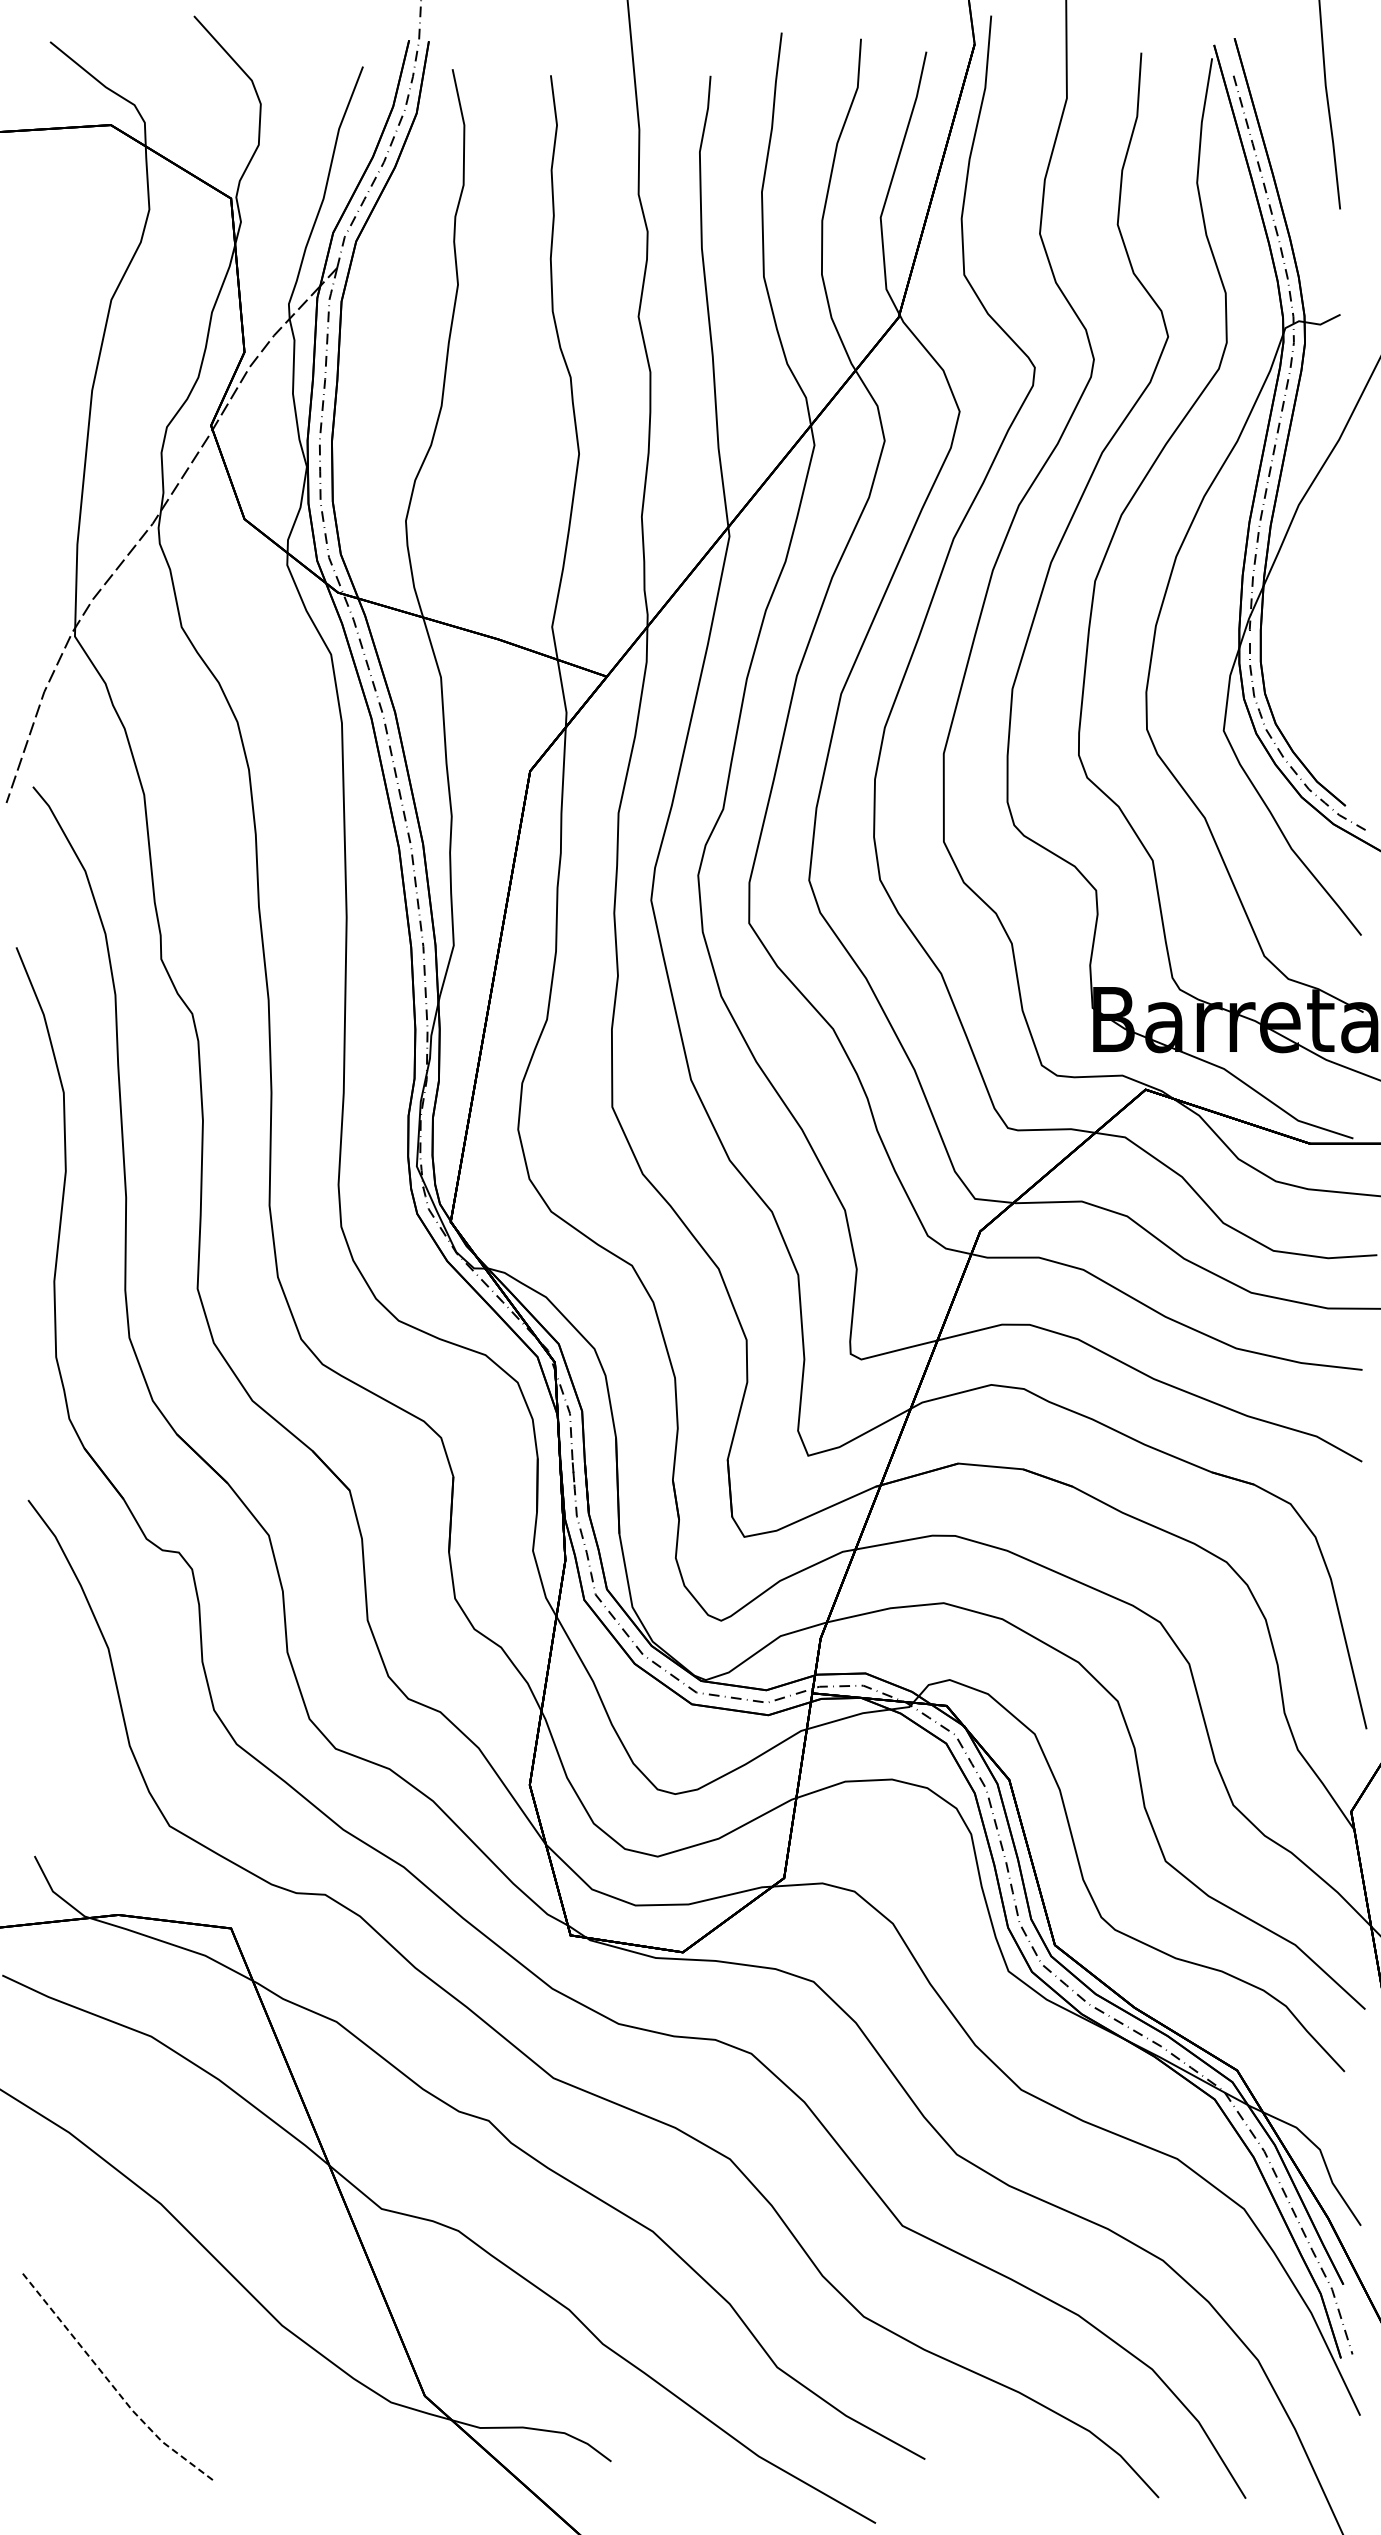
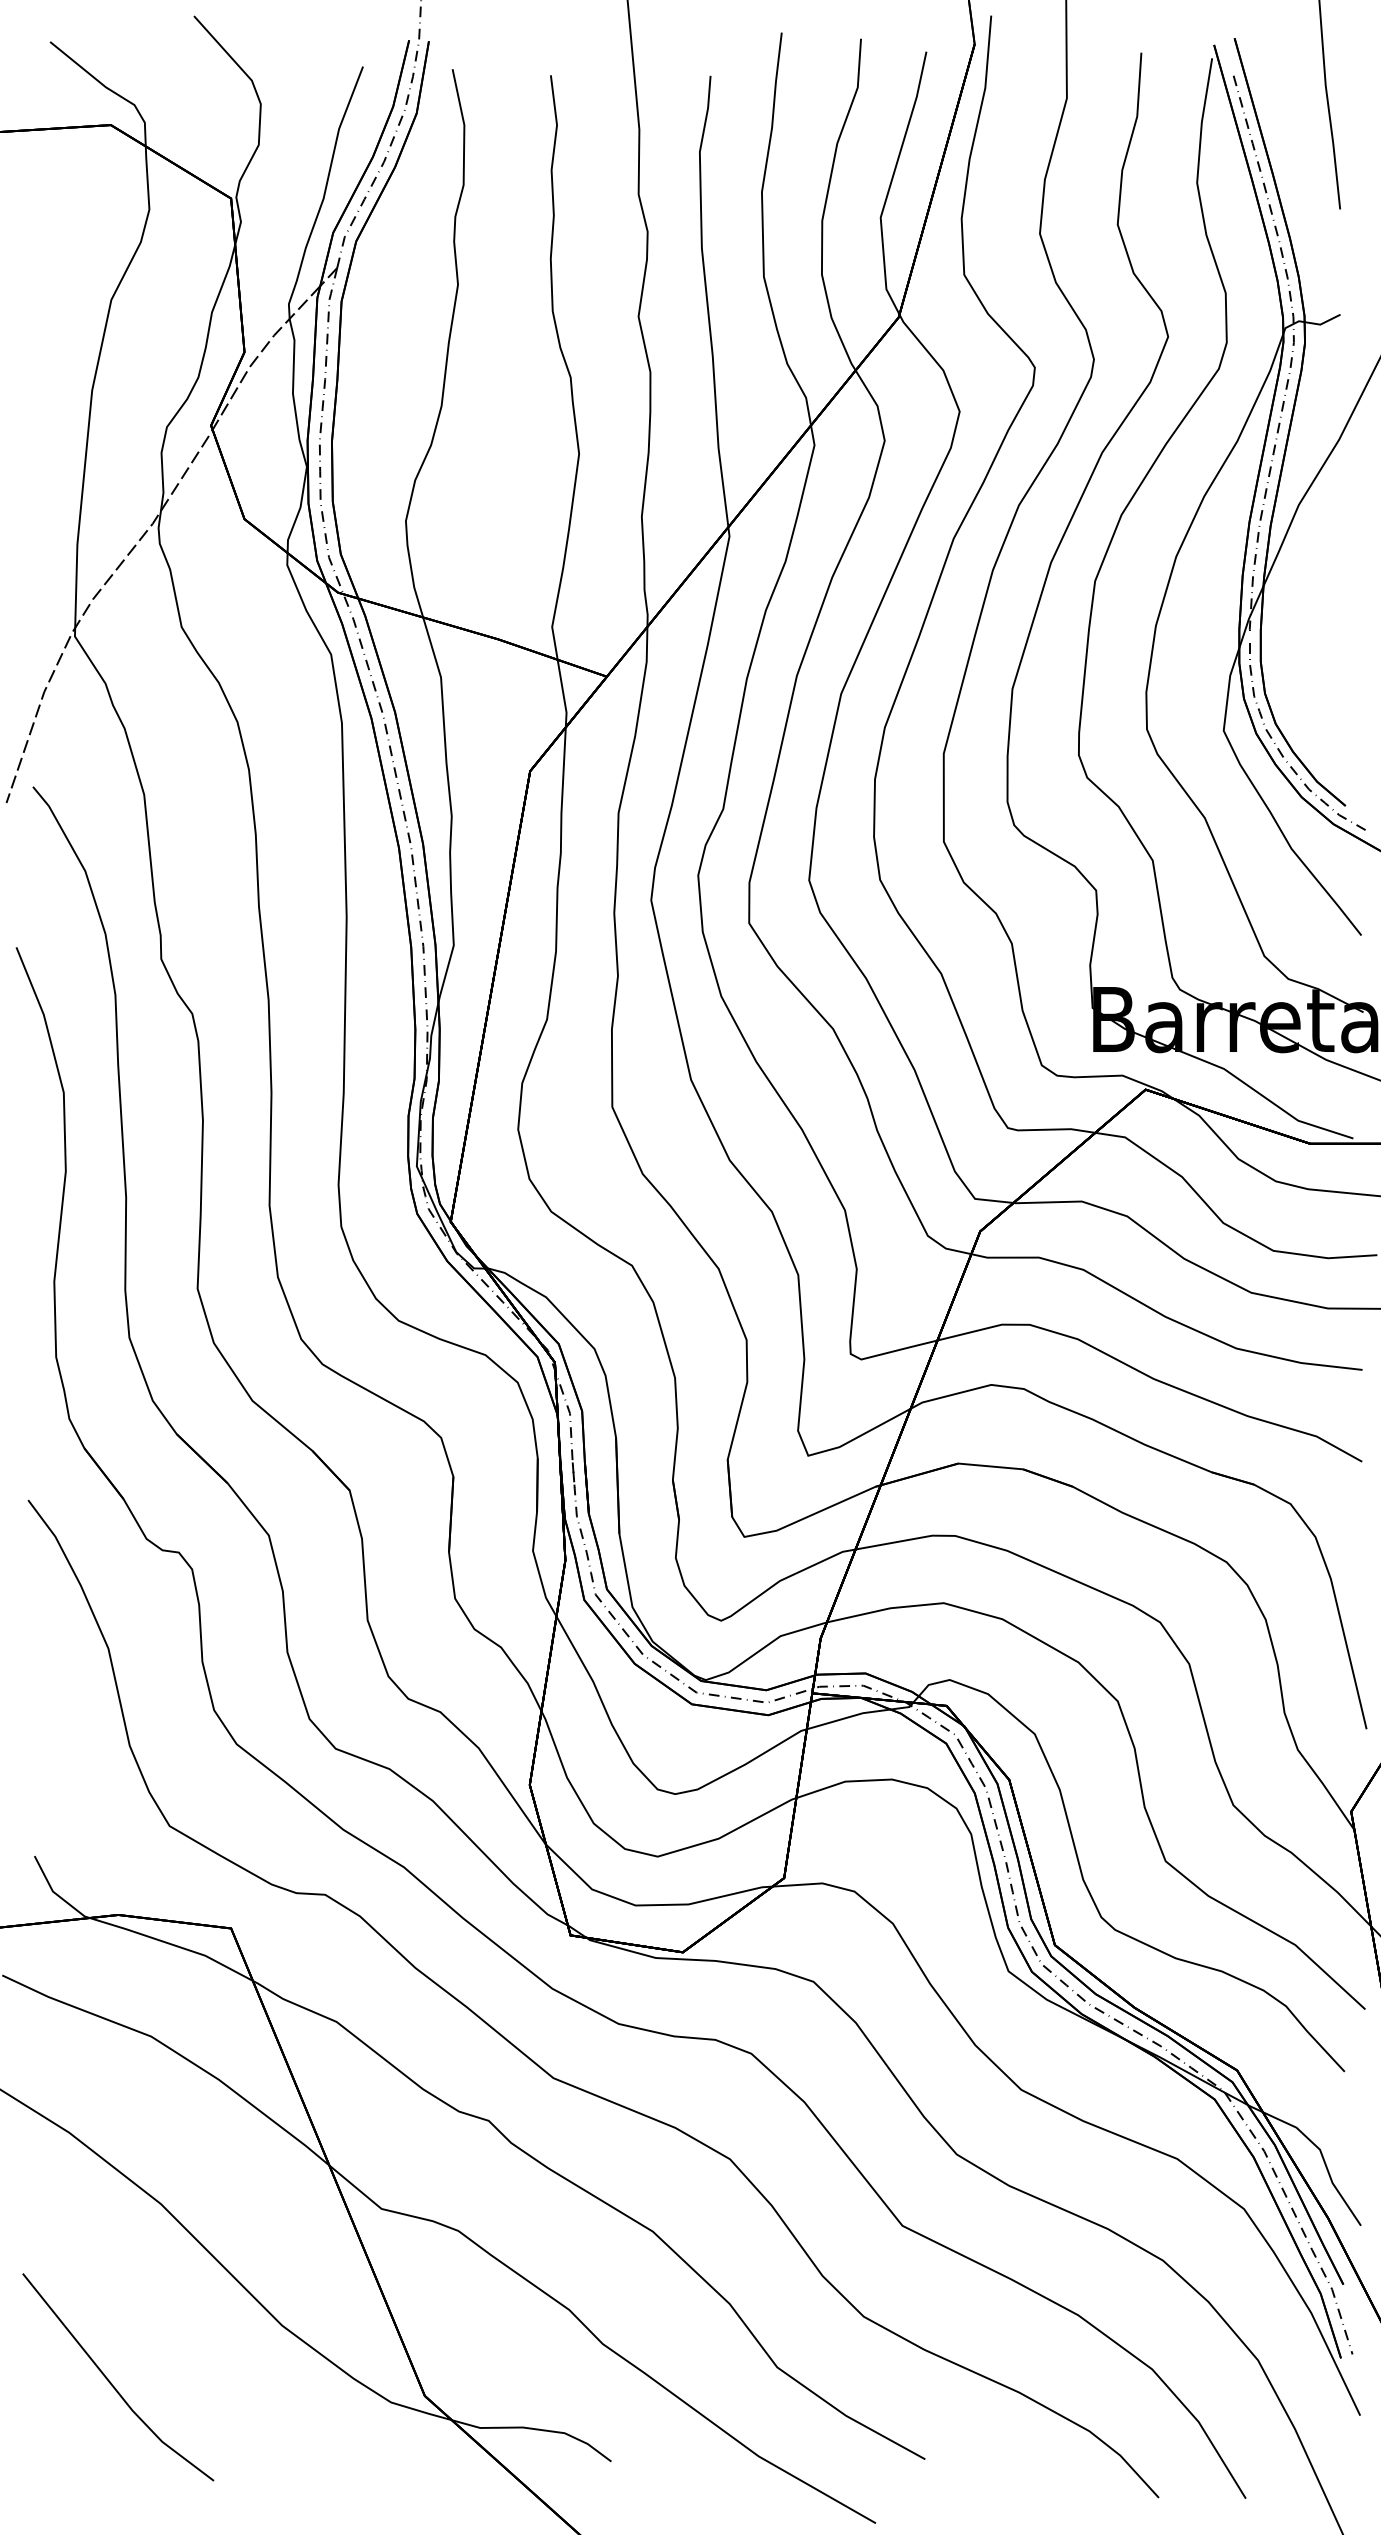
line at (112, 2385): dashed -> solid
